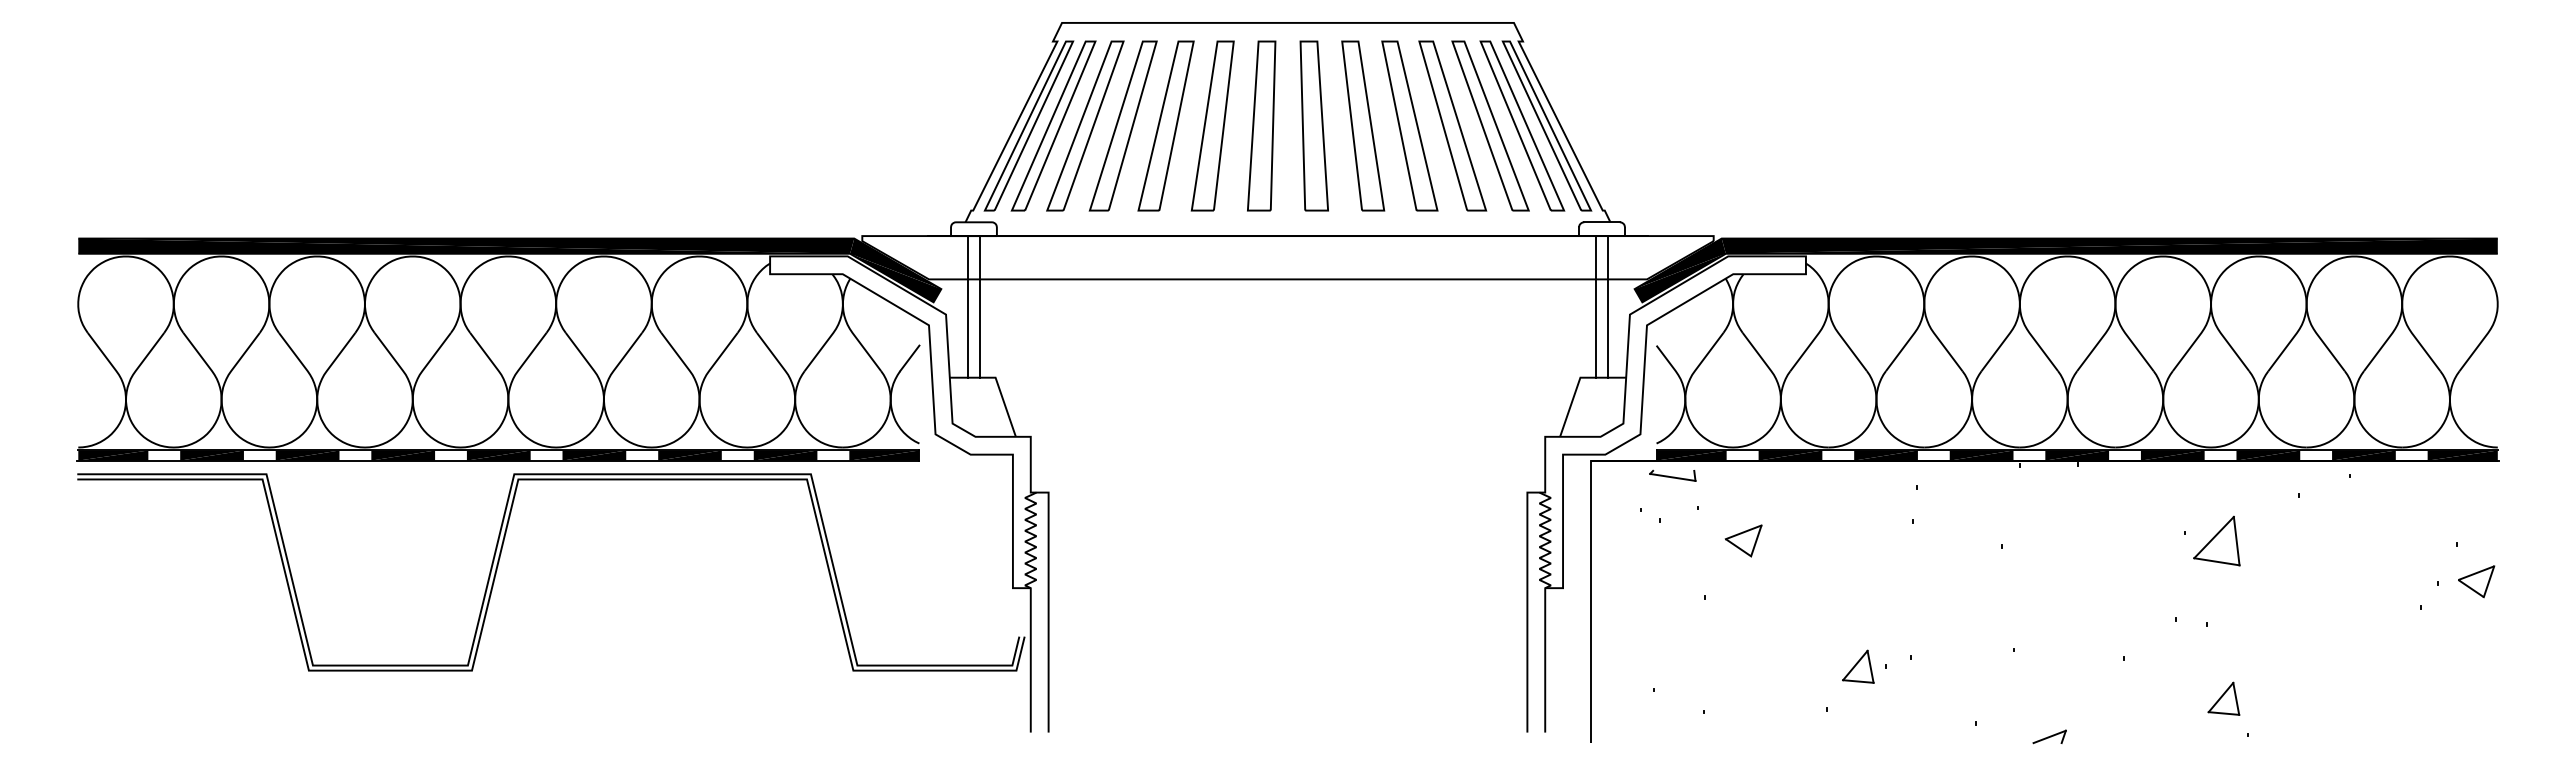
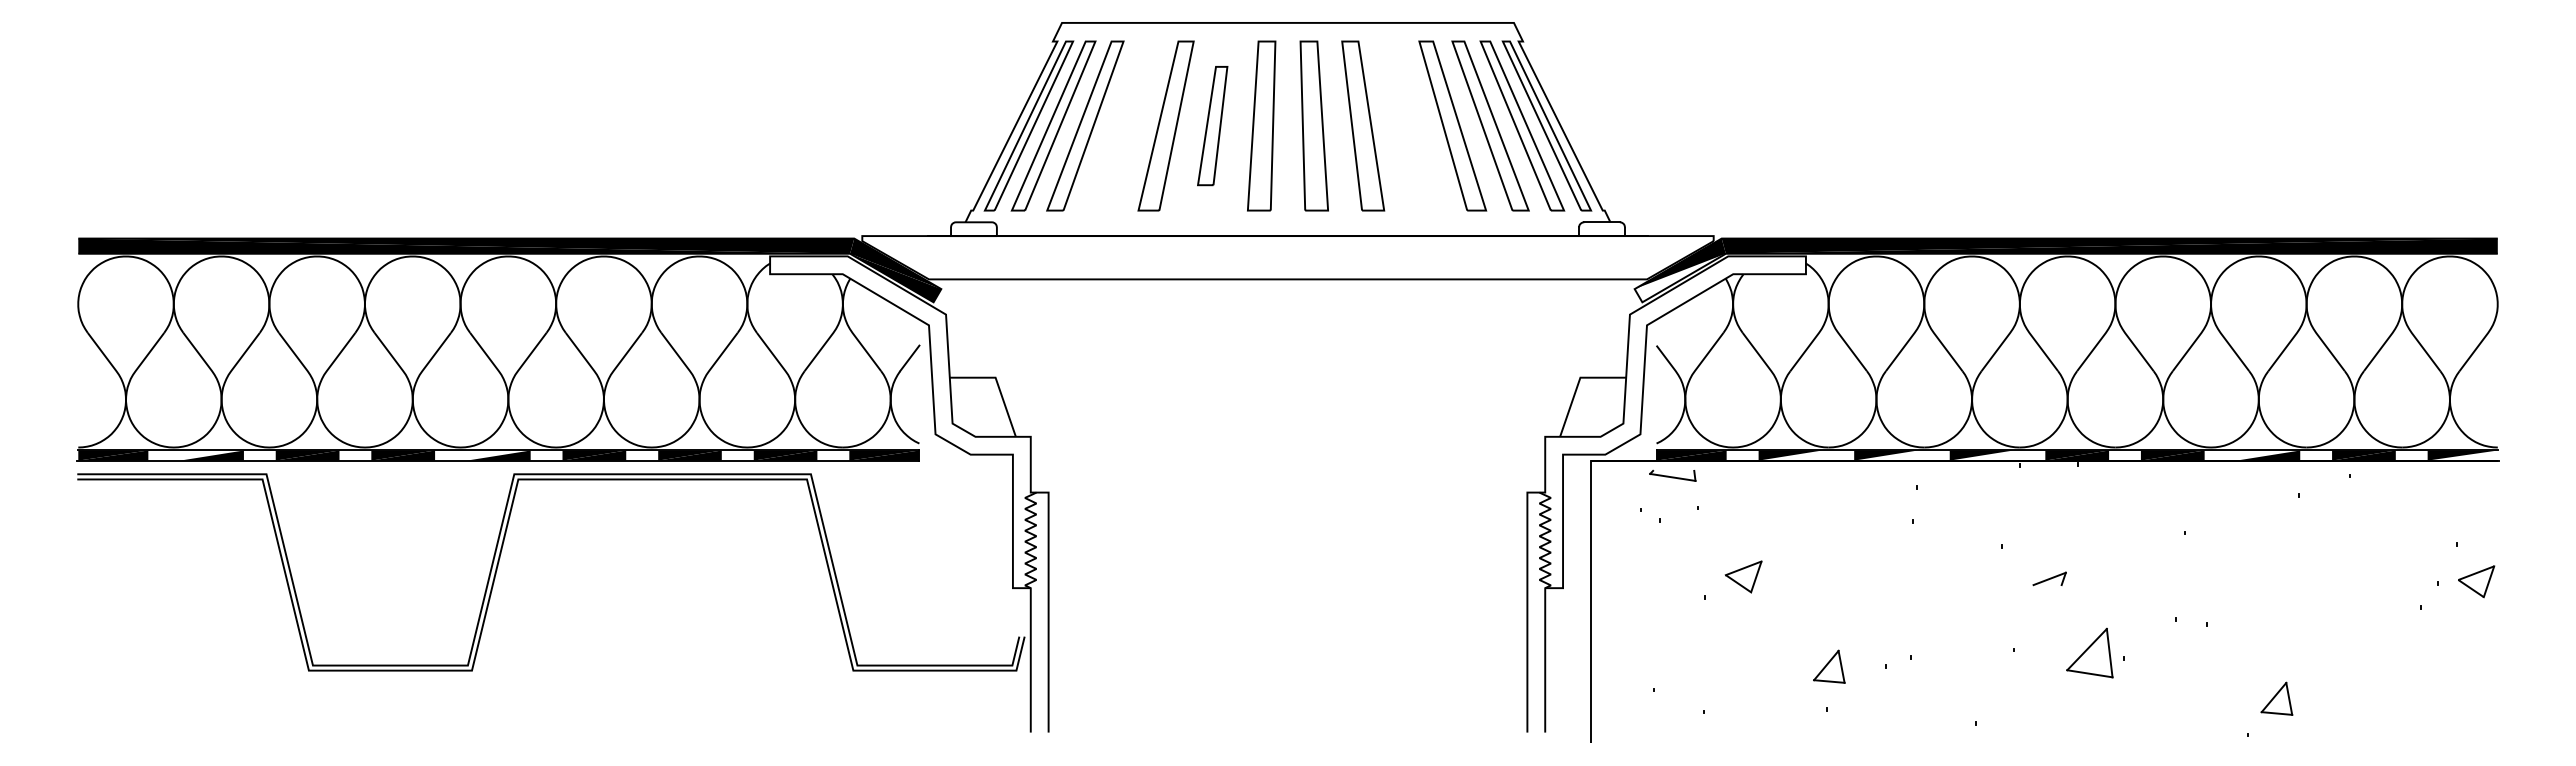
part at (1122, 125): present -> none
part at (1212, 125) size: 45x172 px -> 32x121 px
part at (1409, 125): present -> none
fill at (1679, 277): present -> none
line at (967, 306): present -> none
line at (980, 306): present -> none
line at (1595, 306): present -> none
line at (1608, 306): present -> none
fill at (211, 455): present -> none
fill at (498, 455): present -> none
fill at (1790, 455): present -> none
fill at (1885, 455): present -> none
fill at (1981, 455): present -> none
fill at (2268, 455): present -> none
fill at (2462, 455): present -> none
part at (1743, 540) position: (1743, 540) -> (1743, 576)
part at (2216, 540) position: (2216, 540) -> (2089, 652)
part at (1858, 666) position: (1858, 666) -> (1829, 666)
part at (2223, 698) position: (2223, 698) -> (2276, 698)
part at (2049, 736) position: (2049, 736) -> (2049, 578)
